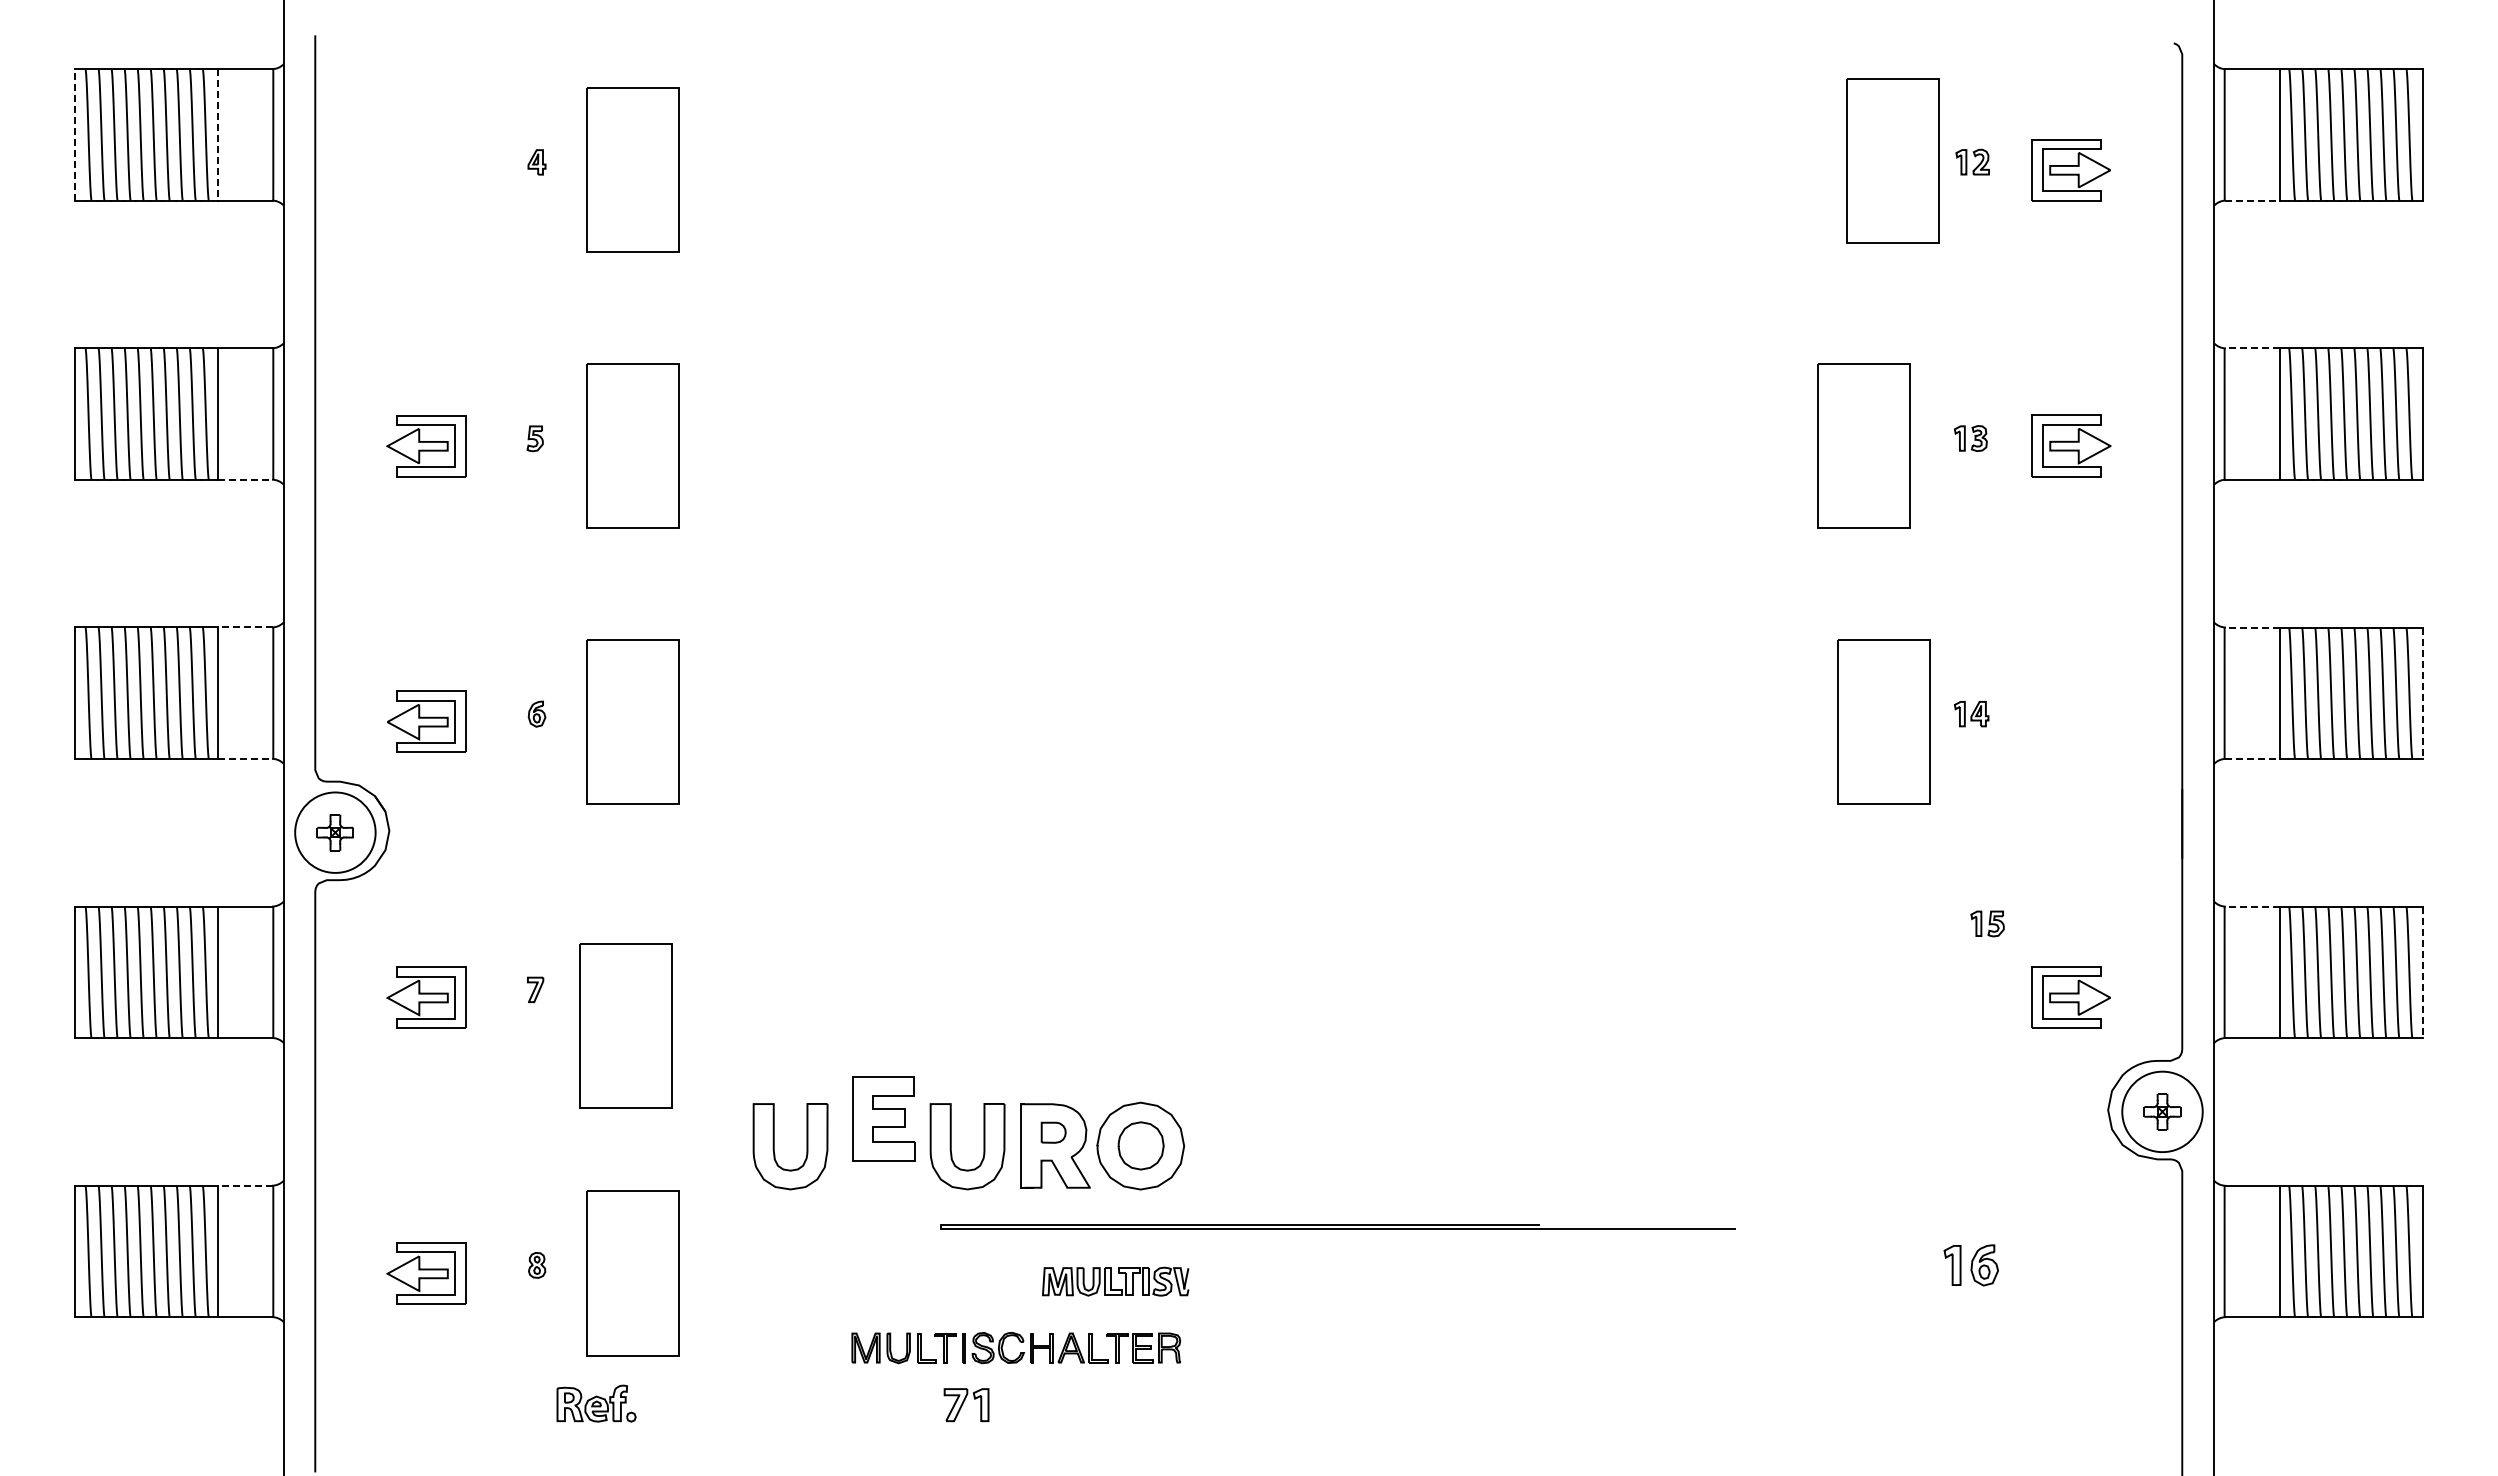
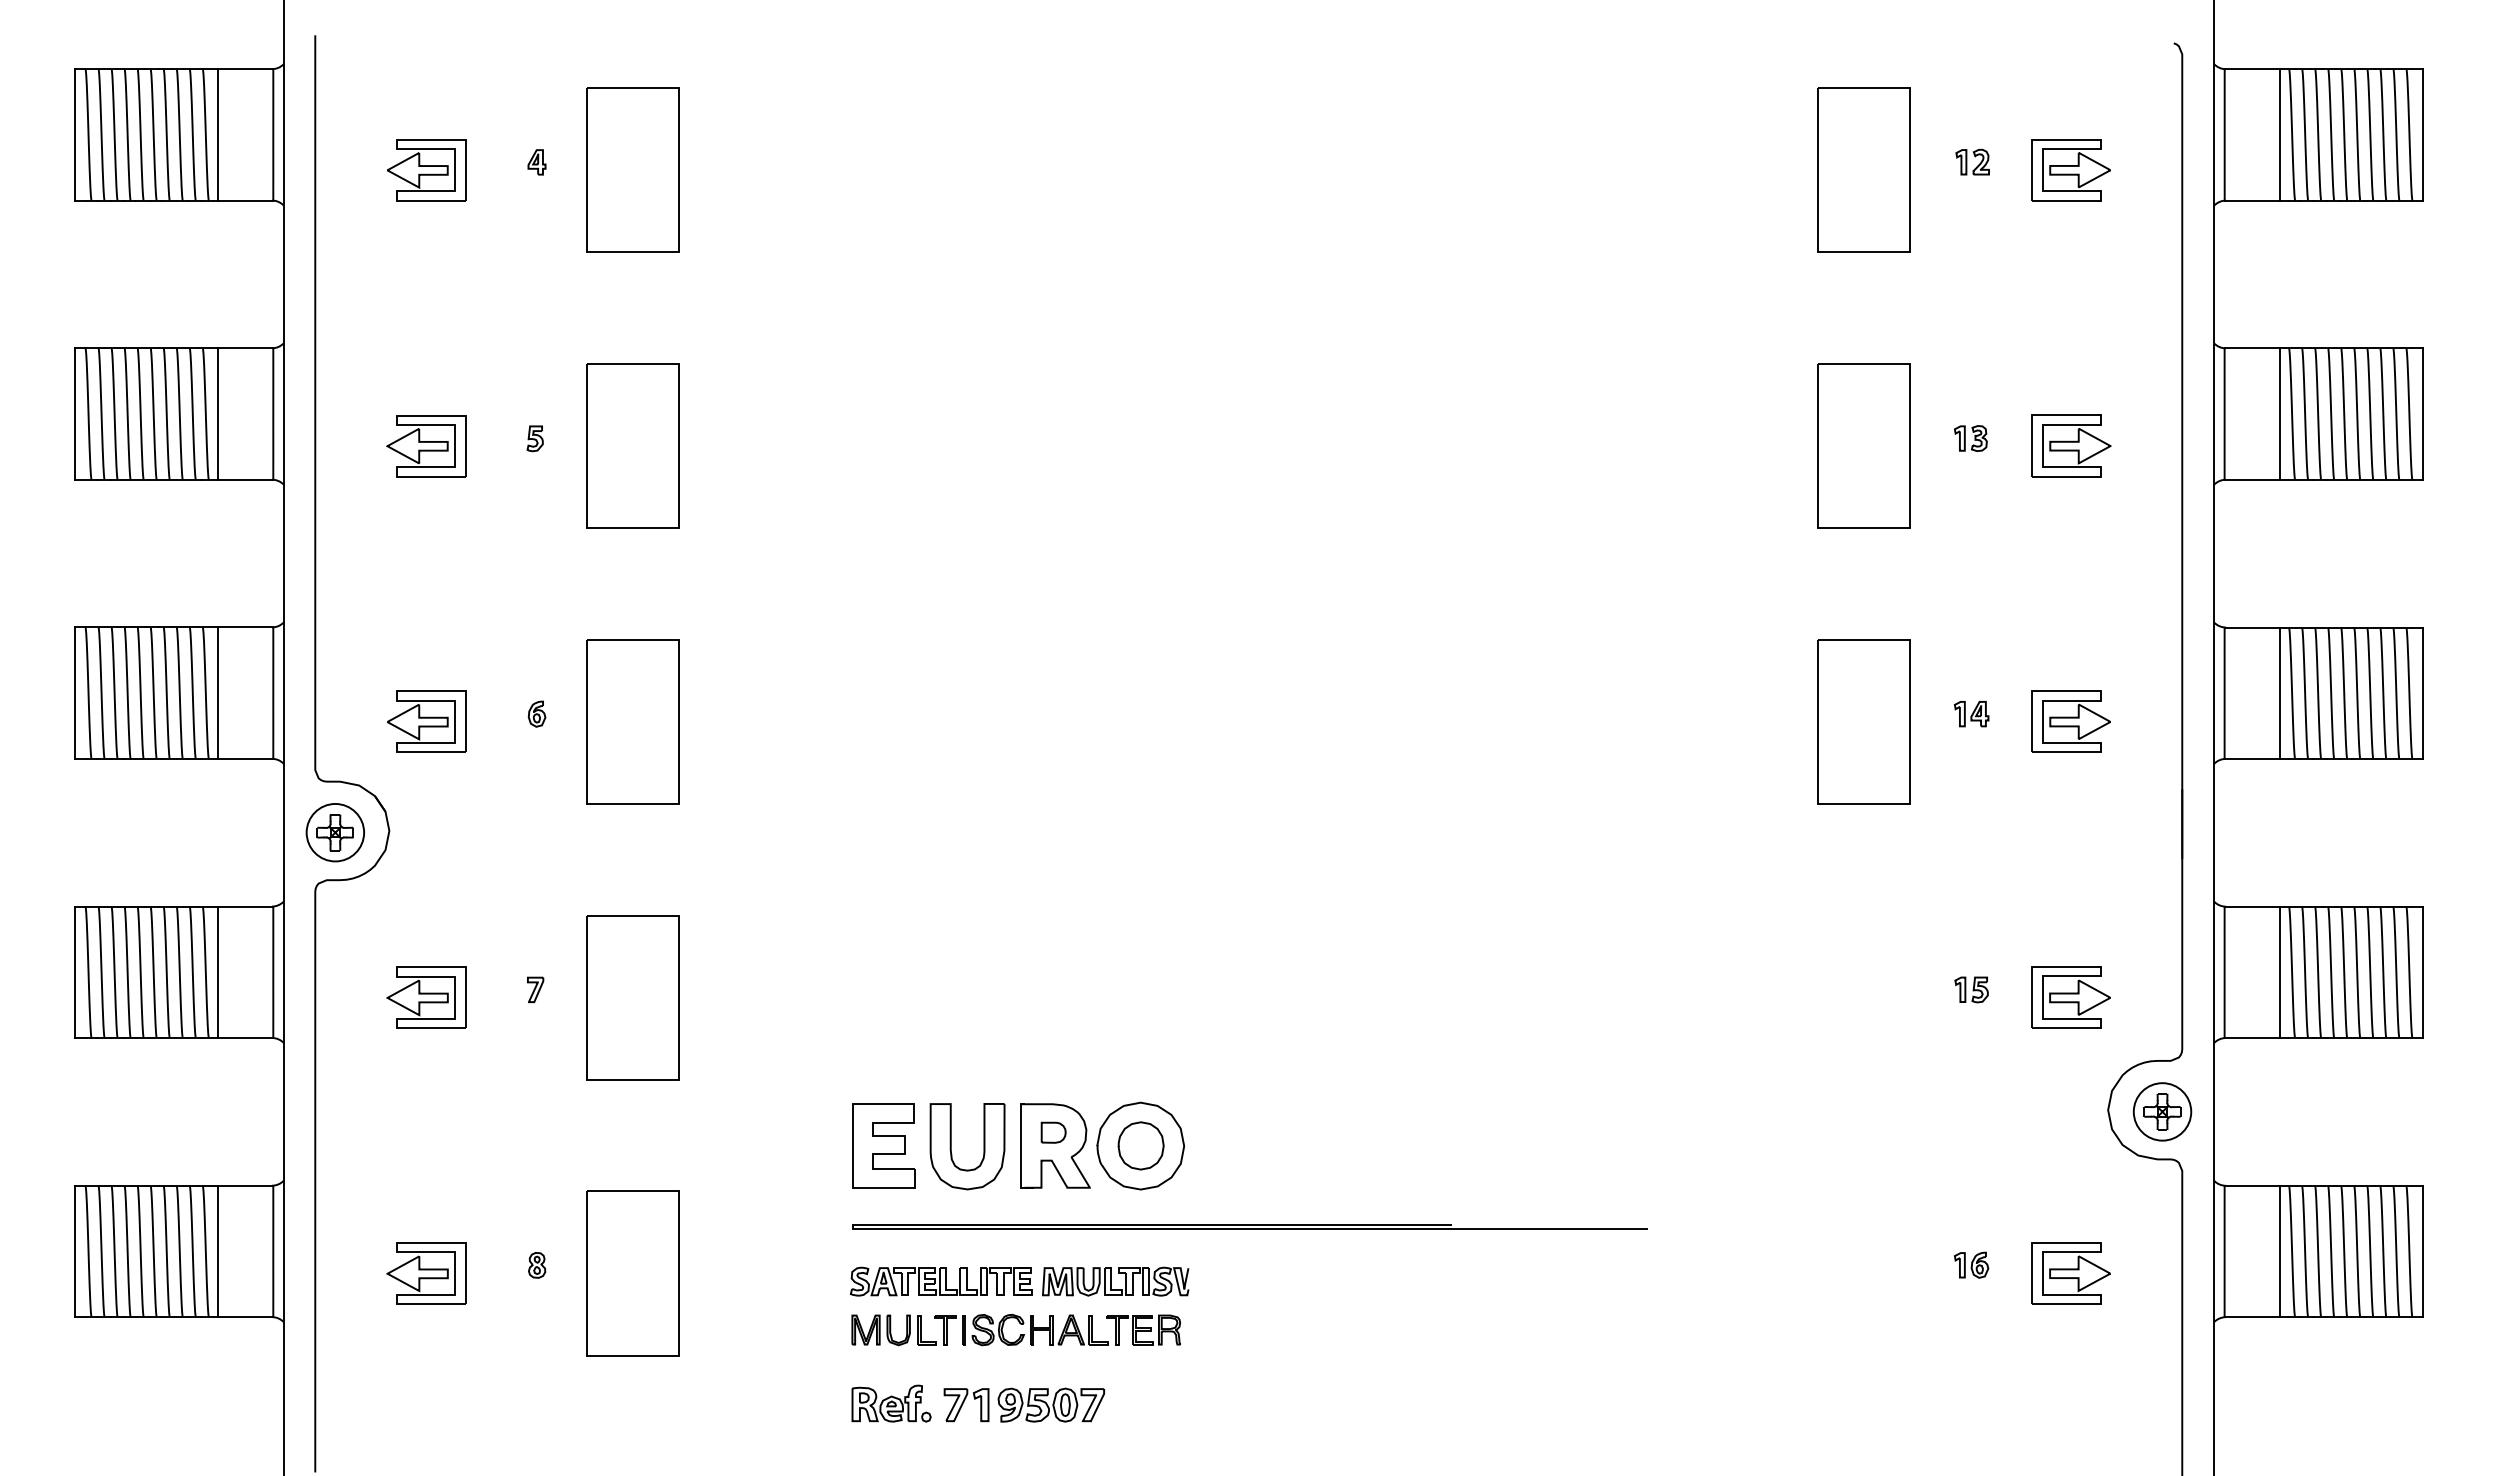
line at (74, 134): dashed -> solid
line at (217, 134): dashed -> solid
part at (1892, 160) position: (1892, 160) -> (1863, 169)
part at (426, 170): none -> present
line at (2252, 200): dashed -> solid
line at (2252, 348): dashed -> solid
line at (245, 479): dashed -> solid
line at (245, 627): dashed -> solid
line at (2252, 627): dashed -> solid
line at (2422, 693): dashed -> solid
part at (1883, 721) position: (1883, 721) -> (1863, 721)
part at (2070, 721): none -> present
line at (245, 758): dashed -> solid
line at (2252, 758): dashed -> solid
circle at (335, 832) diameter: 80 px -> 57 px
line at (2252, 906): dashed -> solid
part at (1987, 923) position: (1987, 923) -> (1971, 989)
line at (2422, 972): dashed -> solid
part at (625, 1025) position: (625, 1025) -> (632, 997)
circle at (2162, 1111) diameter: 80 px -> 57 px
part at (883, 1118) position: (883, 1118) -> (883, 1145)
part at (774, 1146): present -> none
line at (245, 1185): dashed -> solid
curve at (1337, 1225) position: (1337, 1225) -> (1249, 1225)
part at (1970, 1265) size: 56x43 px -> 36x28 px
part at (2070, 1273): none -> present
part at (941, 1281): none -> present
part at (1020, 1342) position: (1020, 1342) -> (1020, 1324)
part at (596, 1403) position: (596, 1403) -> (891, 1403)
part at (1050, 1404): none -> present
